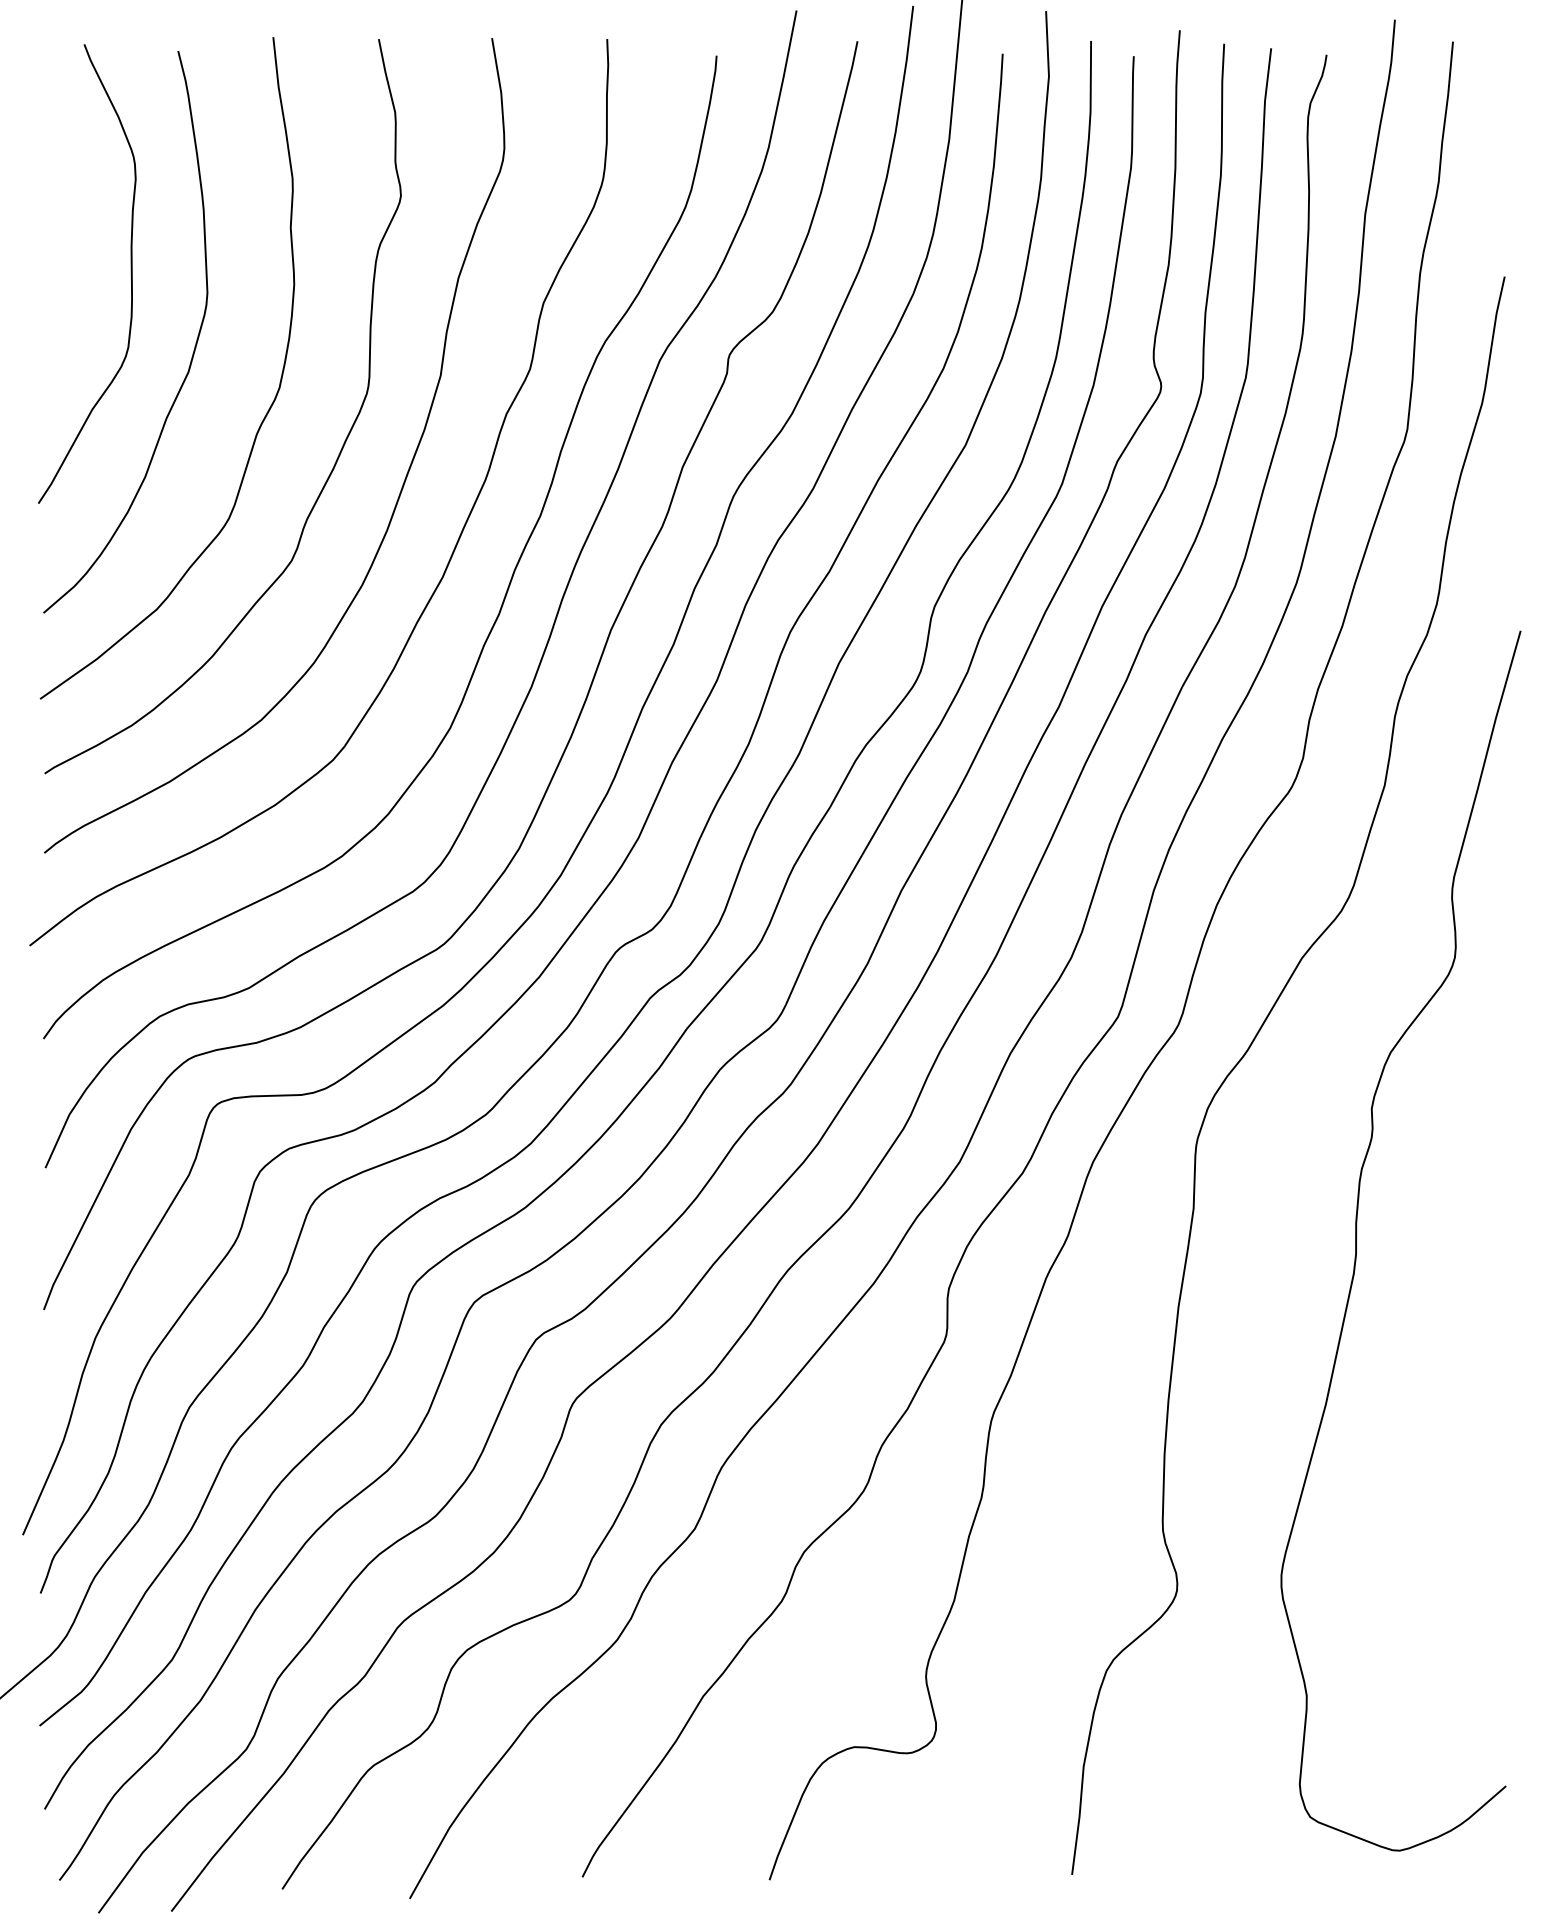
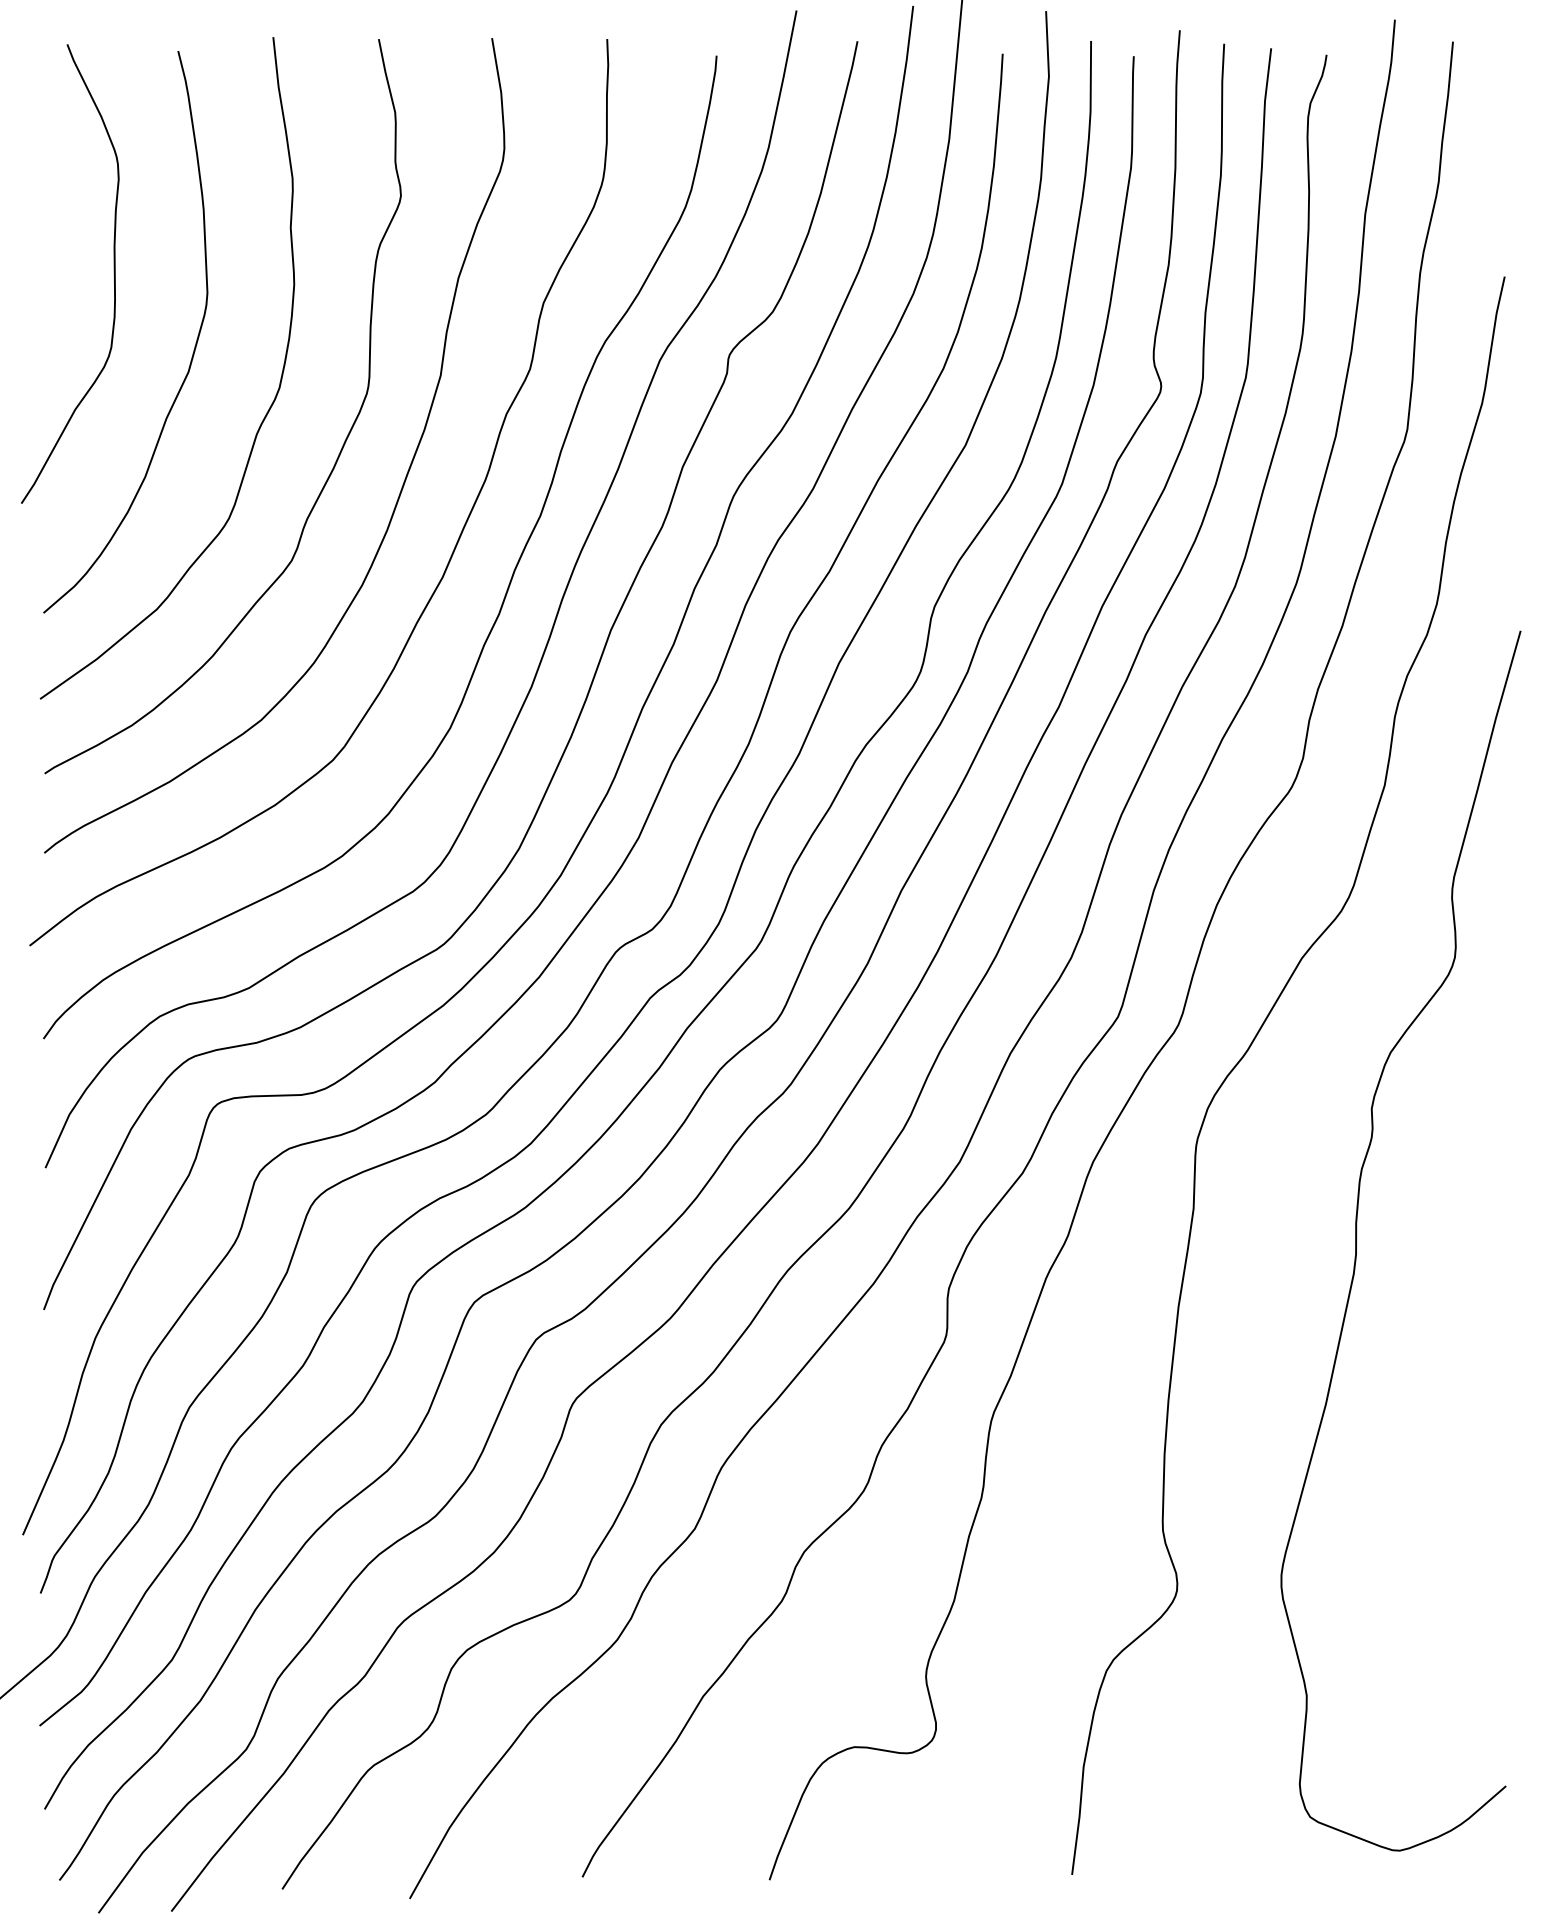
curve at (130, 273) position: (130, 273) -> (113, 273)
